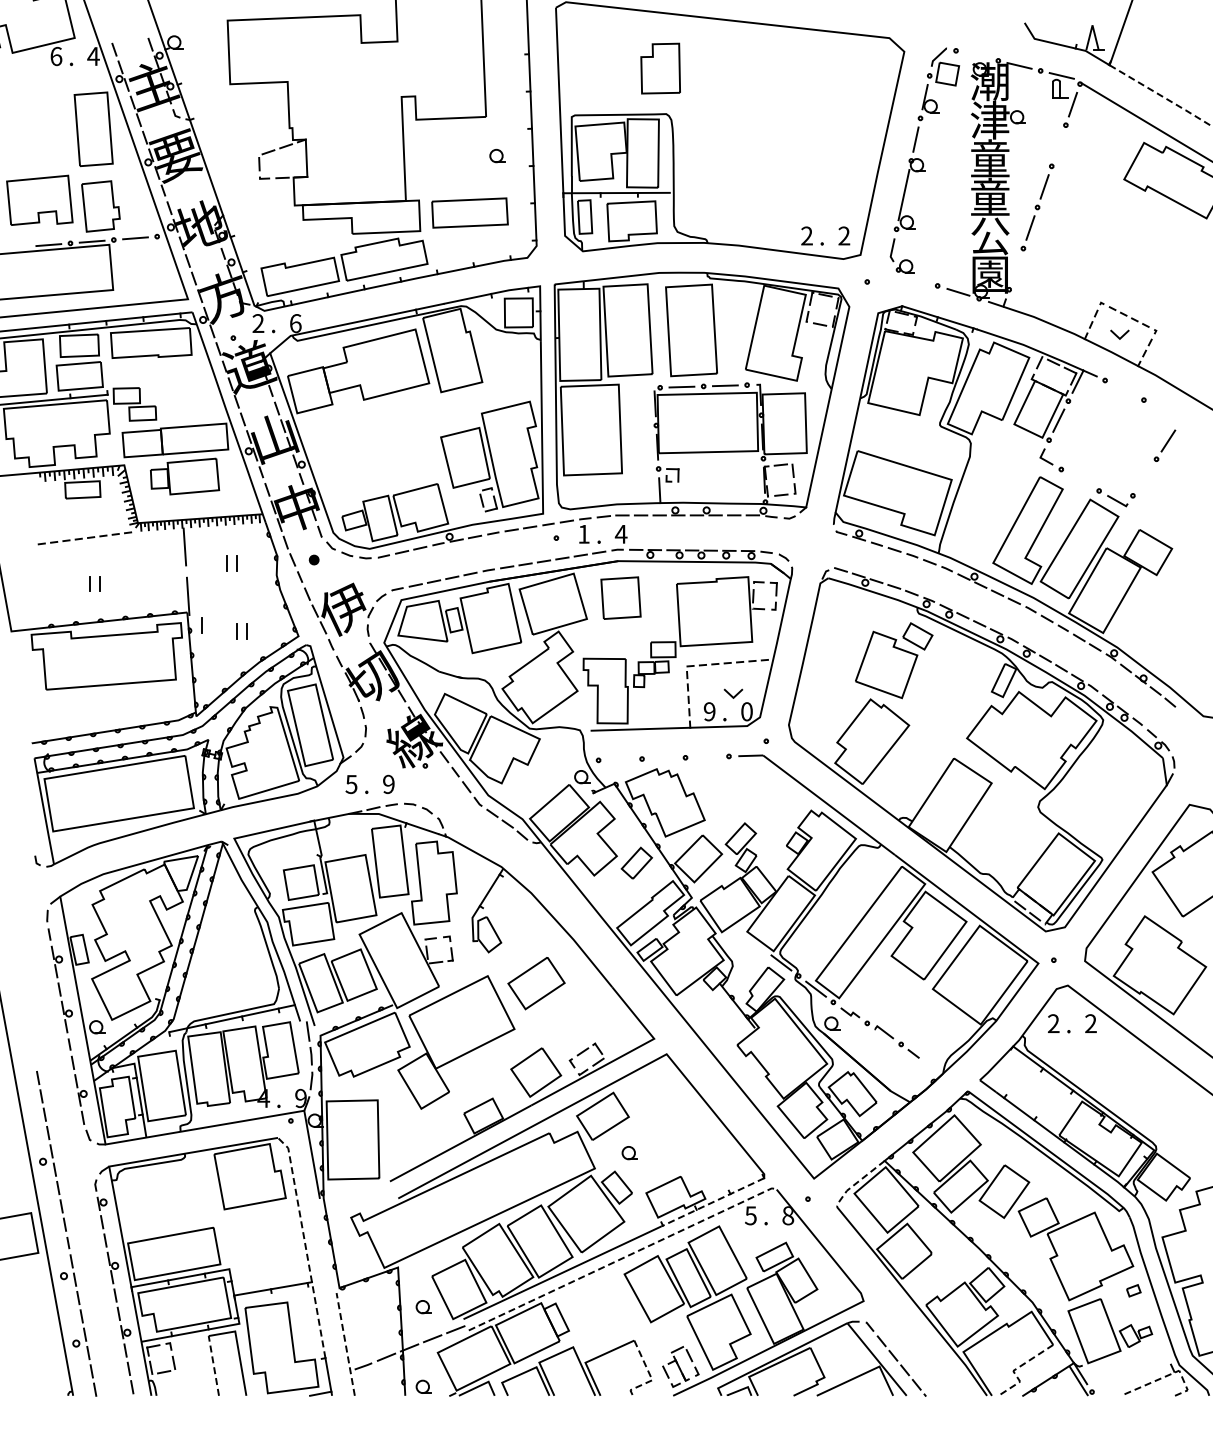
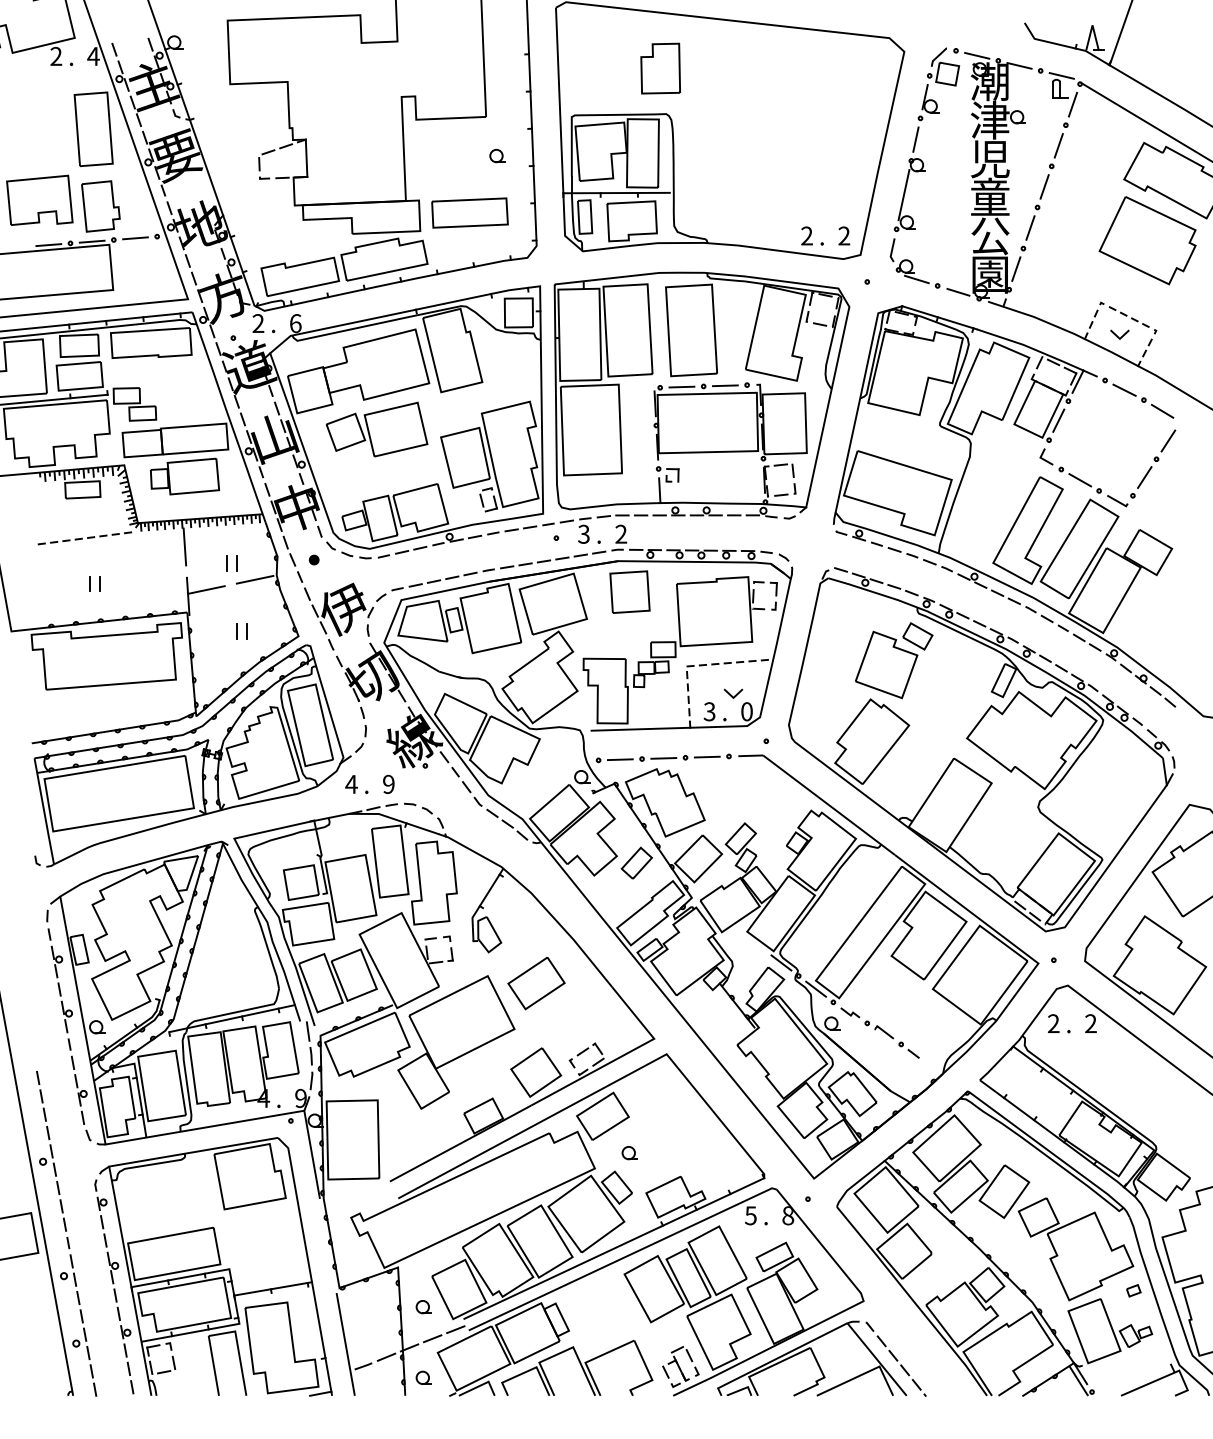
line at (977, 55): none -> present
text at (56, 56): 6 -> 2
line at (1161, 96): dashed -> solid
line at (1058, 145): none -> present
text at (990, 158): 童 -> 児
part at (1147, 240): none -> present
line at (1016, 268): none -> present
line at (916, 279): none -> present
line at (1124, 389): none -> present
line at (1162, 410): none -> present
part at (377, 429): none -> present
line at (1144, 477): none -> present
line at (1080, 480): none -> present
text at (583, 533): 1 -> 3
text at (620, 533): 4 -> 2
line at (254, 579): none -> present
line at (206, 589): none -> present
part at (620, 597) position: (620, 597) -> (629, 591)
line at (201, 625): present -> none
text at (709, 711): 9 -> 3
line at (706, 756): none -> present
line at (663, 758): none -> present
line at (619, 759): none -> present
text at (351, 784): 5 -> 4
line at (856, 1182): dashed -> solid
line at (712, 1202): dashed -> solid
line at (305, 1245): dashed -> solid
line at (623, 1257): dashed -> solid
line at (345, 1343): dashed -> solid
line at (213, 1365): dashed -> solid
line at (1015, 1369): dashed -> solid
line at (650, 1375): dashed -> solid
line at (1167, 1375): dashed -> solid
part at (423, 1386) position: (423, 1386) -> (423, 1377)
